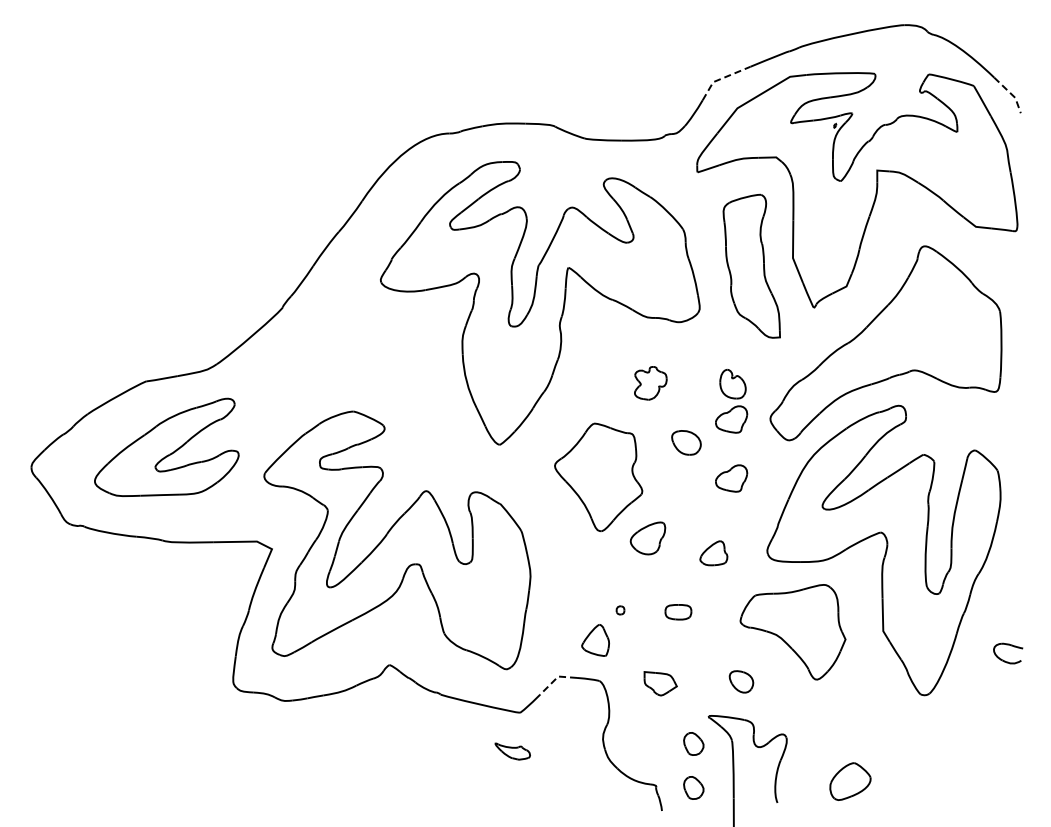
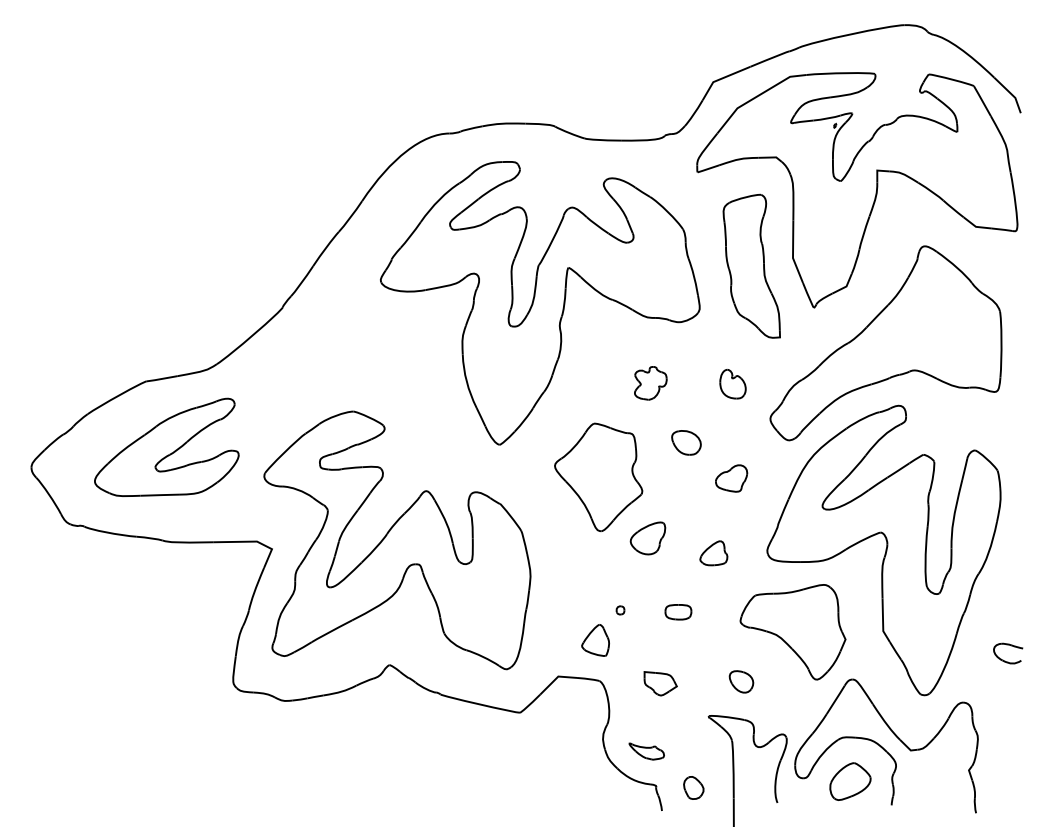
line at (722, 78): dashed -> solid
line at (1011, 93): dashed -> solid
part at (731, 419): present -> none
line at (556, 678): dashed -> solid
part at (693, 743): present -> none
part at (886, 745): none -> present
part at (512, 751) position: (512, 751) -> (646, 751)
